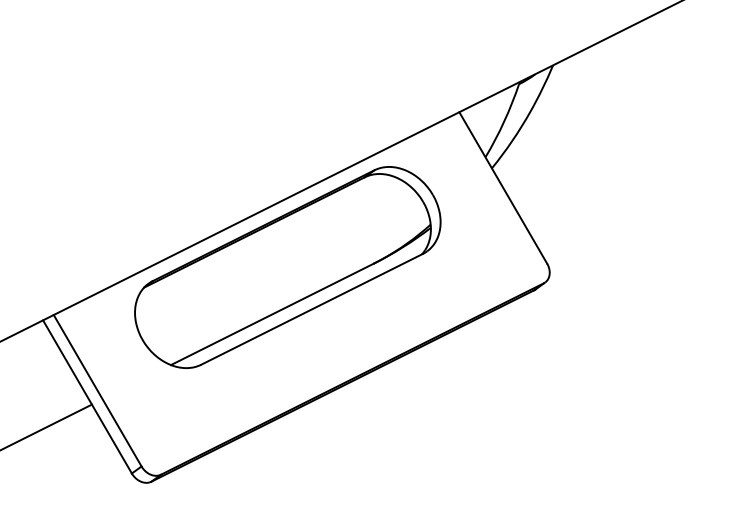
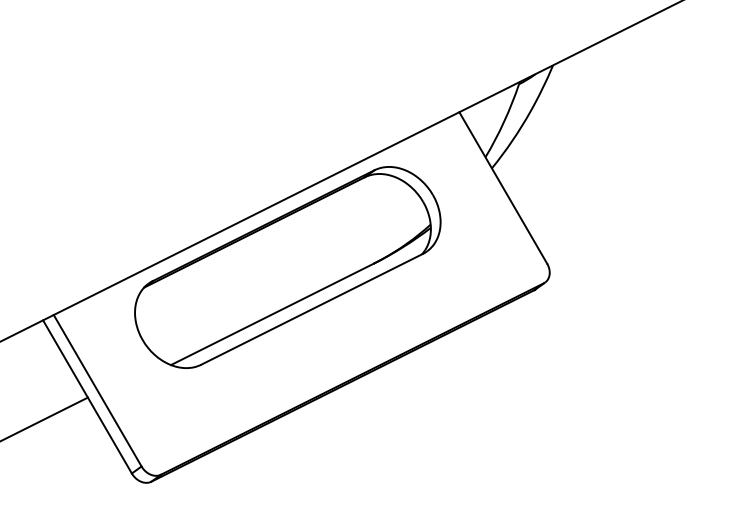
line at (46, 426) position: (46, 426) -> (44, 418)
